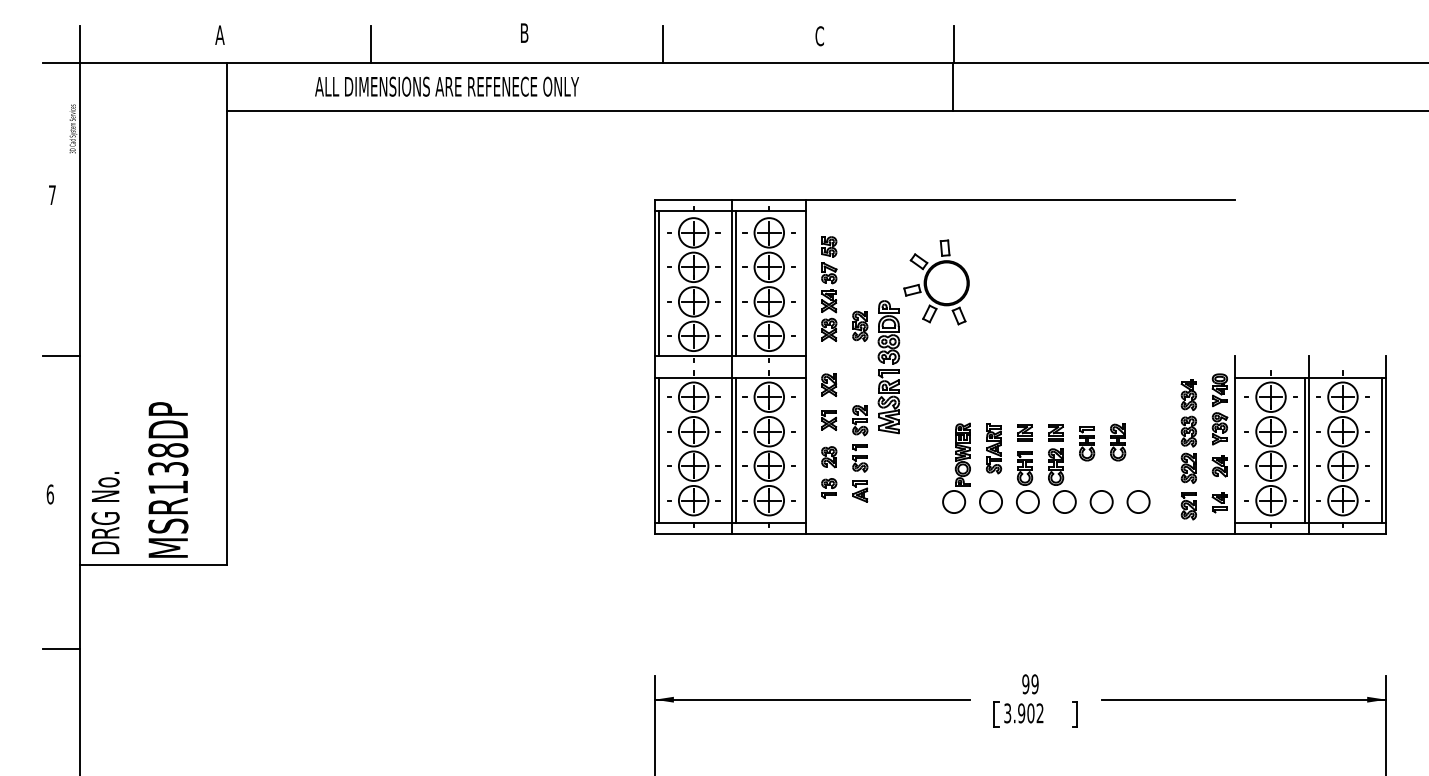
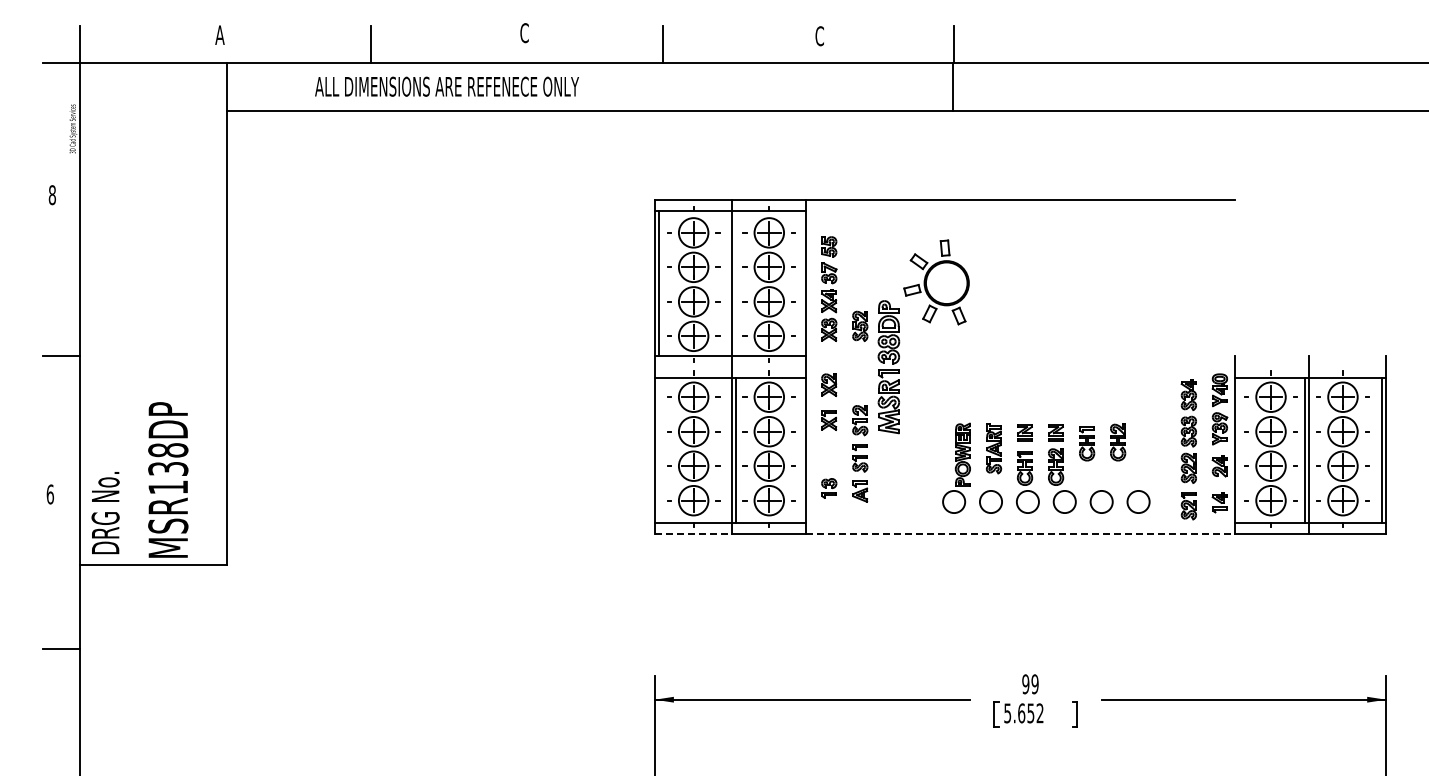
text at (524, 33): B -> C
text at (51, 195): 7 -> 8
line at (736, 282): present -> none
line at (658, 449): present -> none
part at (829, 457): present -> none
line at (693, 533): solid -> dashed
line at (1021, 533): solid -> dashed
text at (1019, 713): 3.902 -> 5.652
